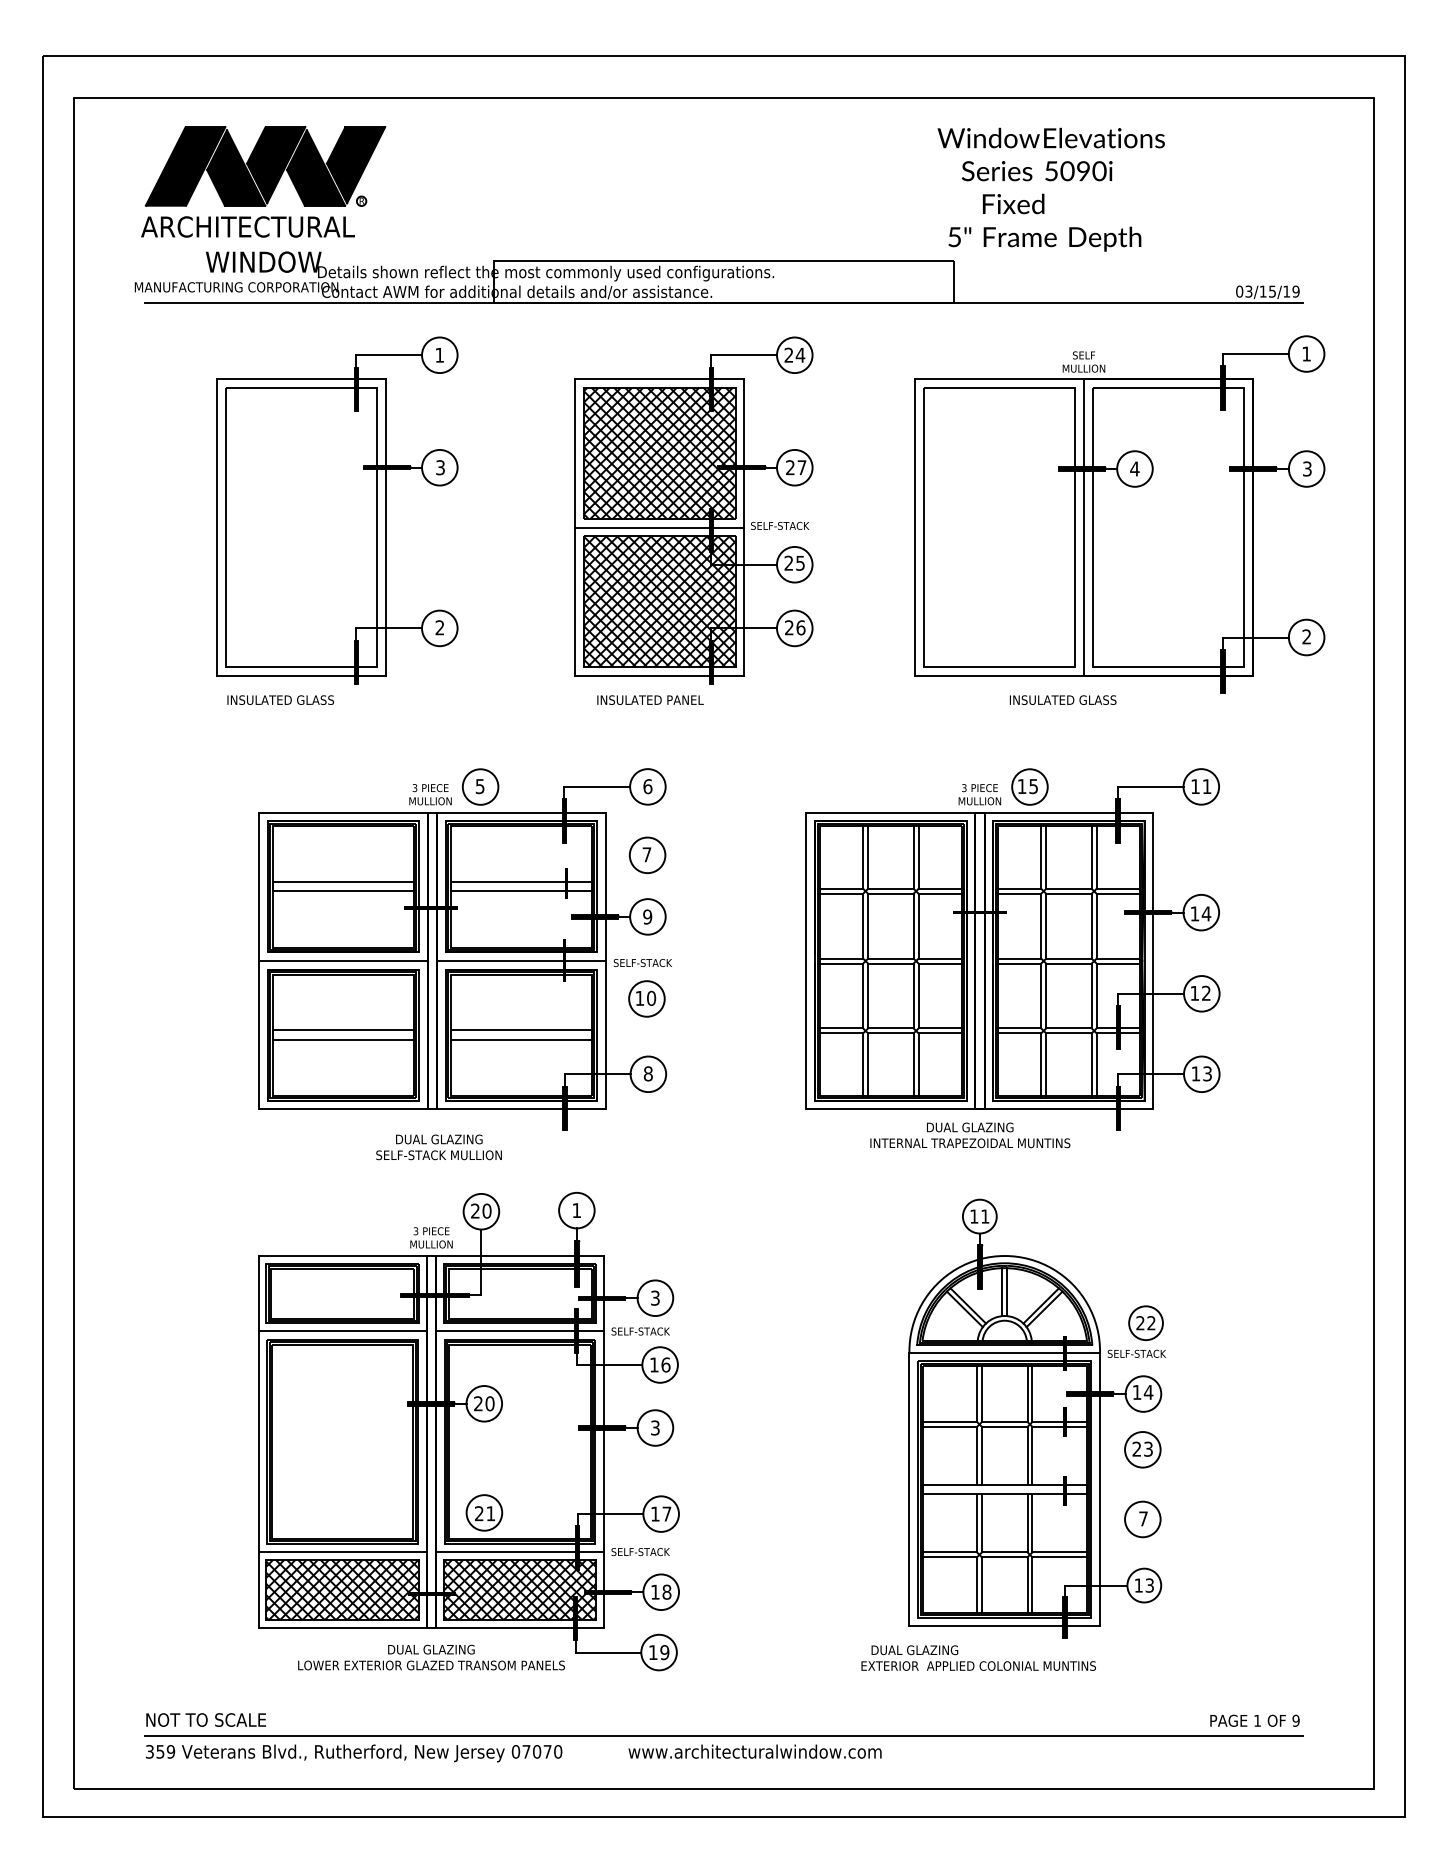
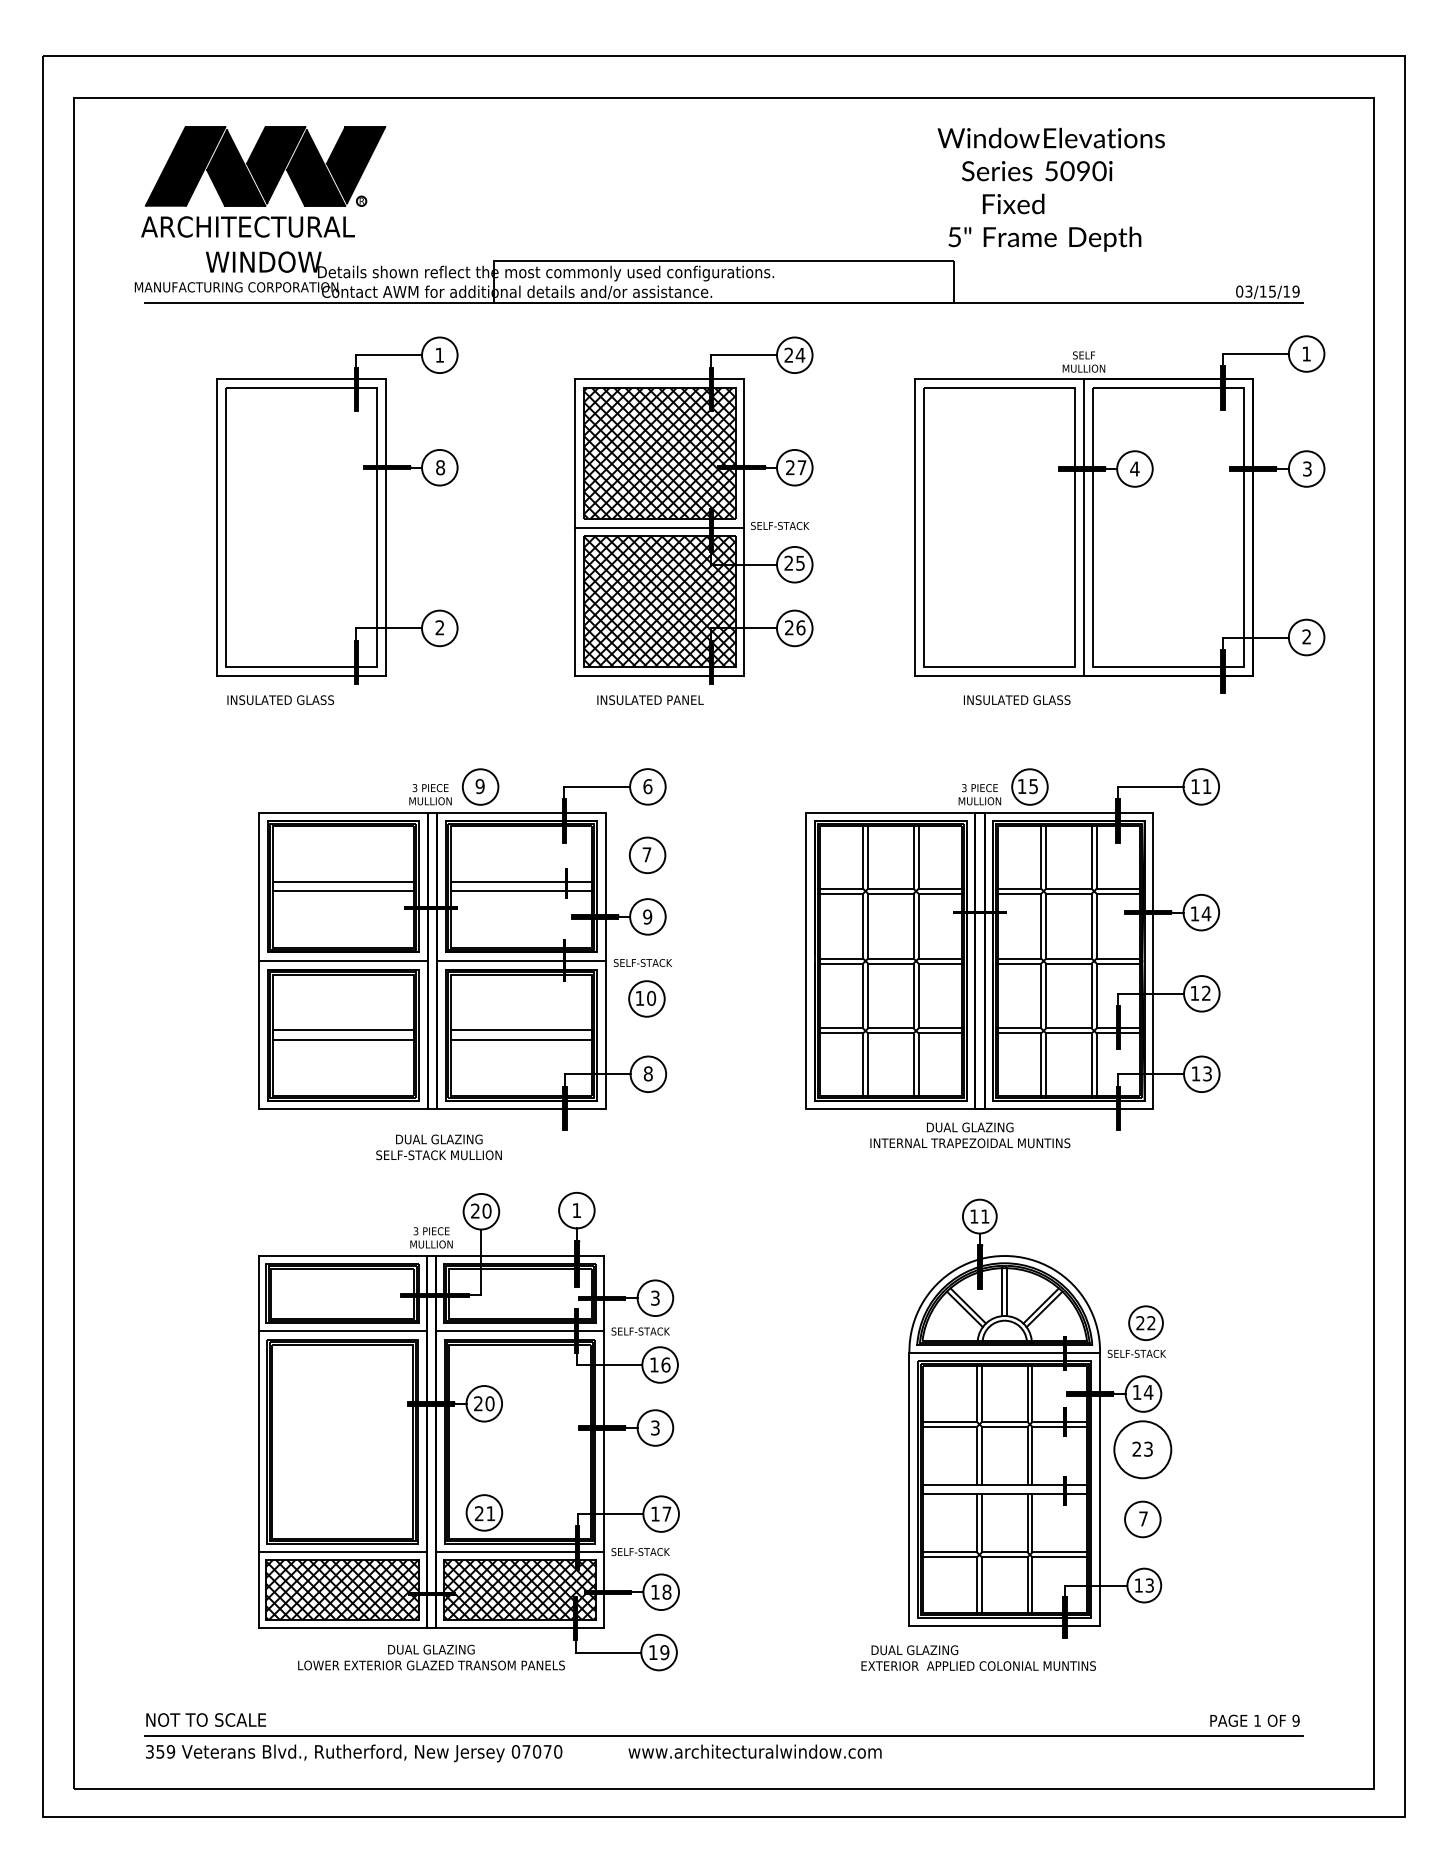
text at (440, 467): 3 -> 8
text at (1062, 699) position: (1062, 699) -> (1016, 699)
text at (479, 786): 5 -> 9
circle at (1142, 1449) diameter: 36 px -> 57 px
